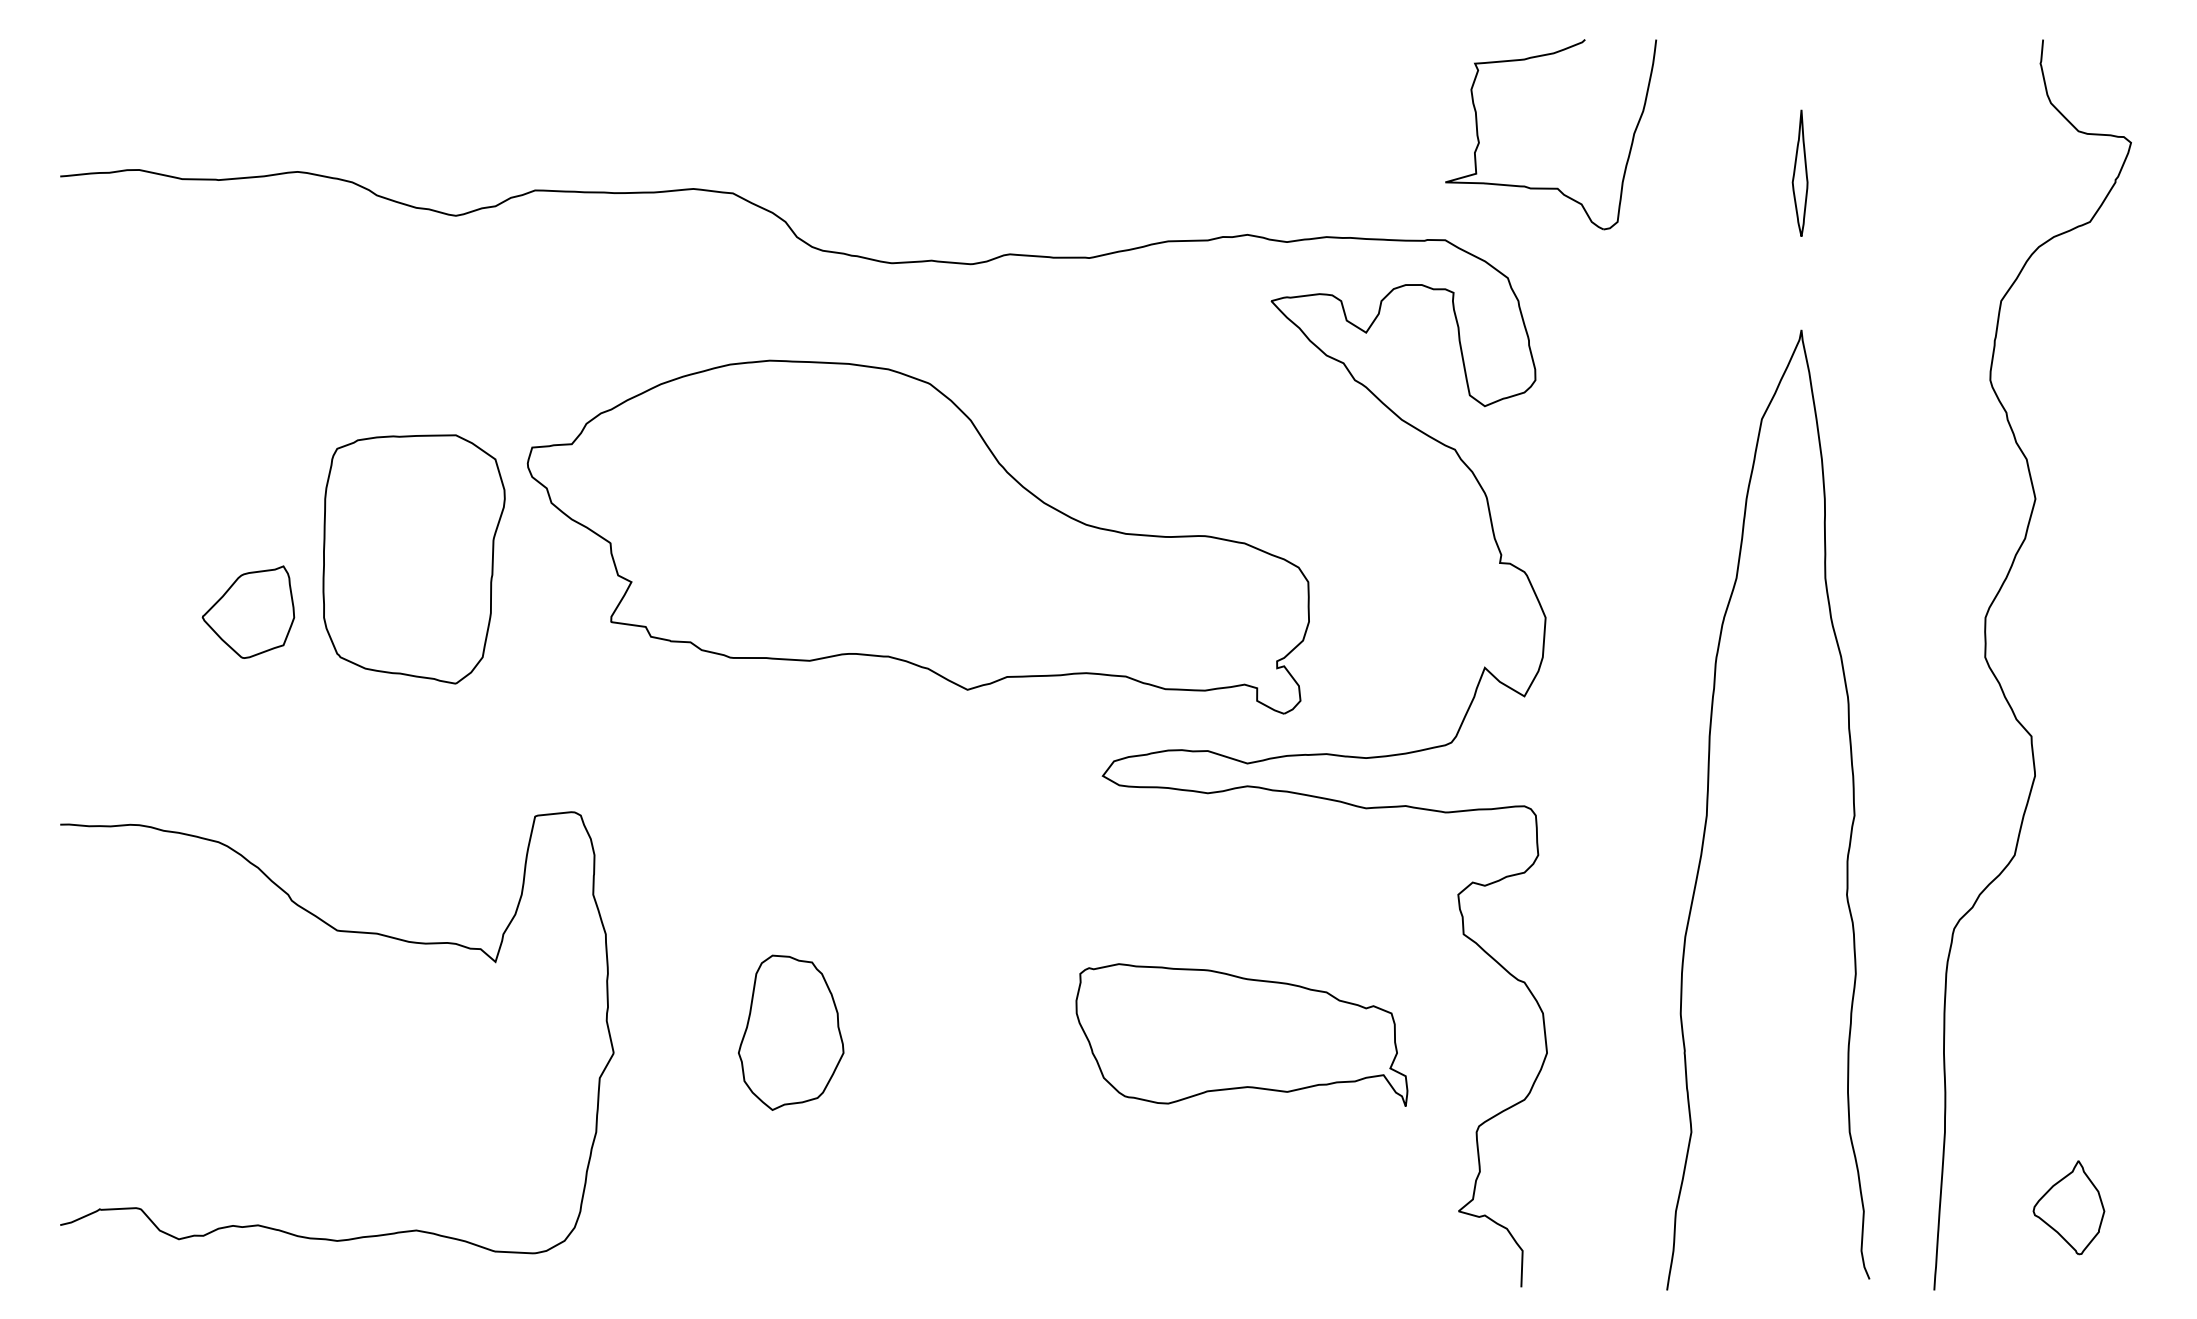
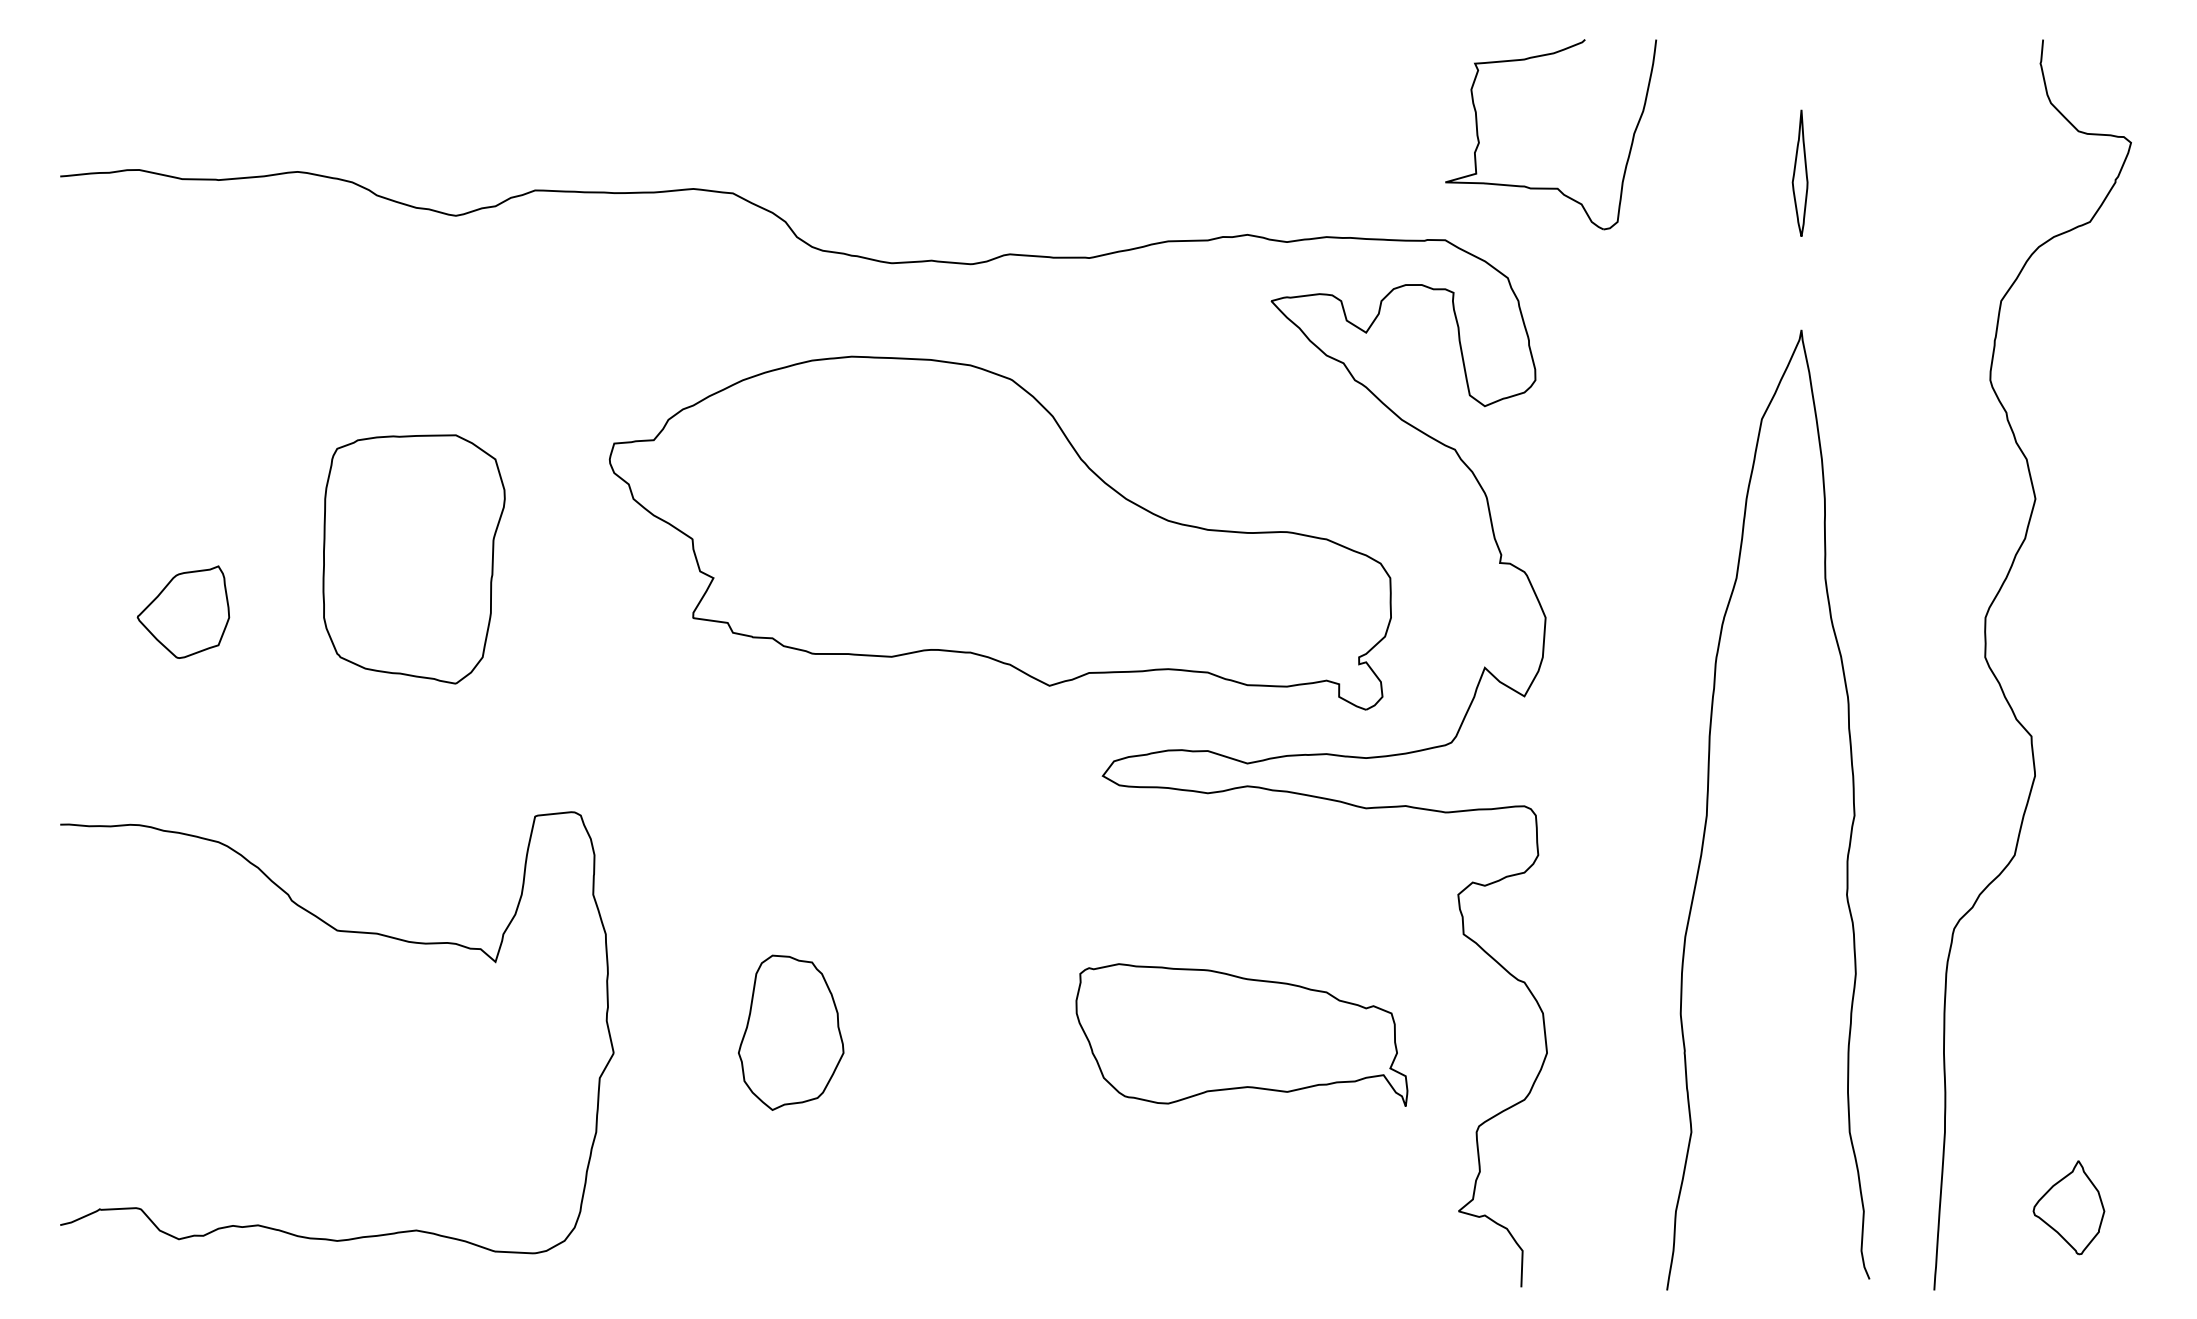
part at (917, 536) position: (917, 536) -> (999, 532)
part at (248, 611) position: (248, 611) -> (183, 611)
